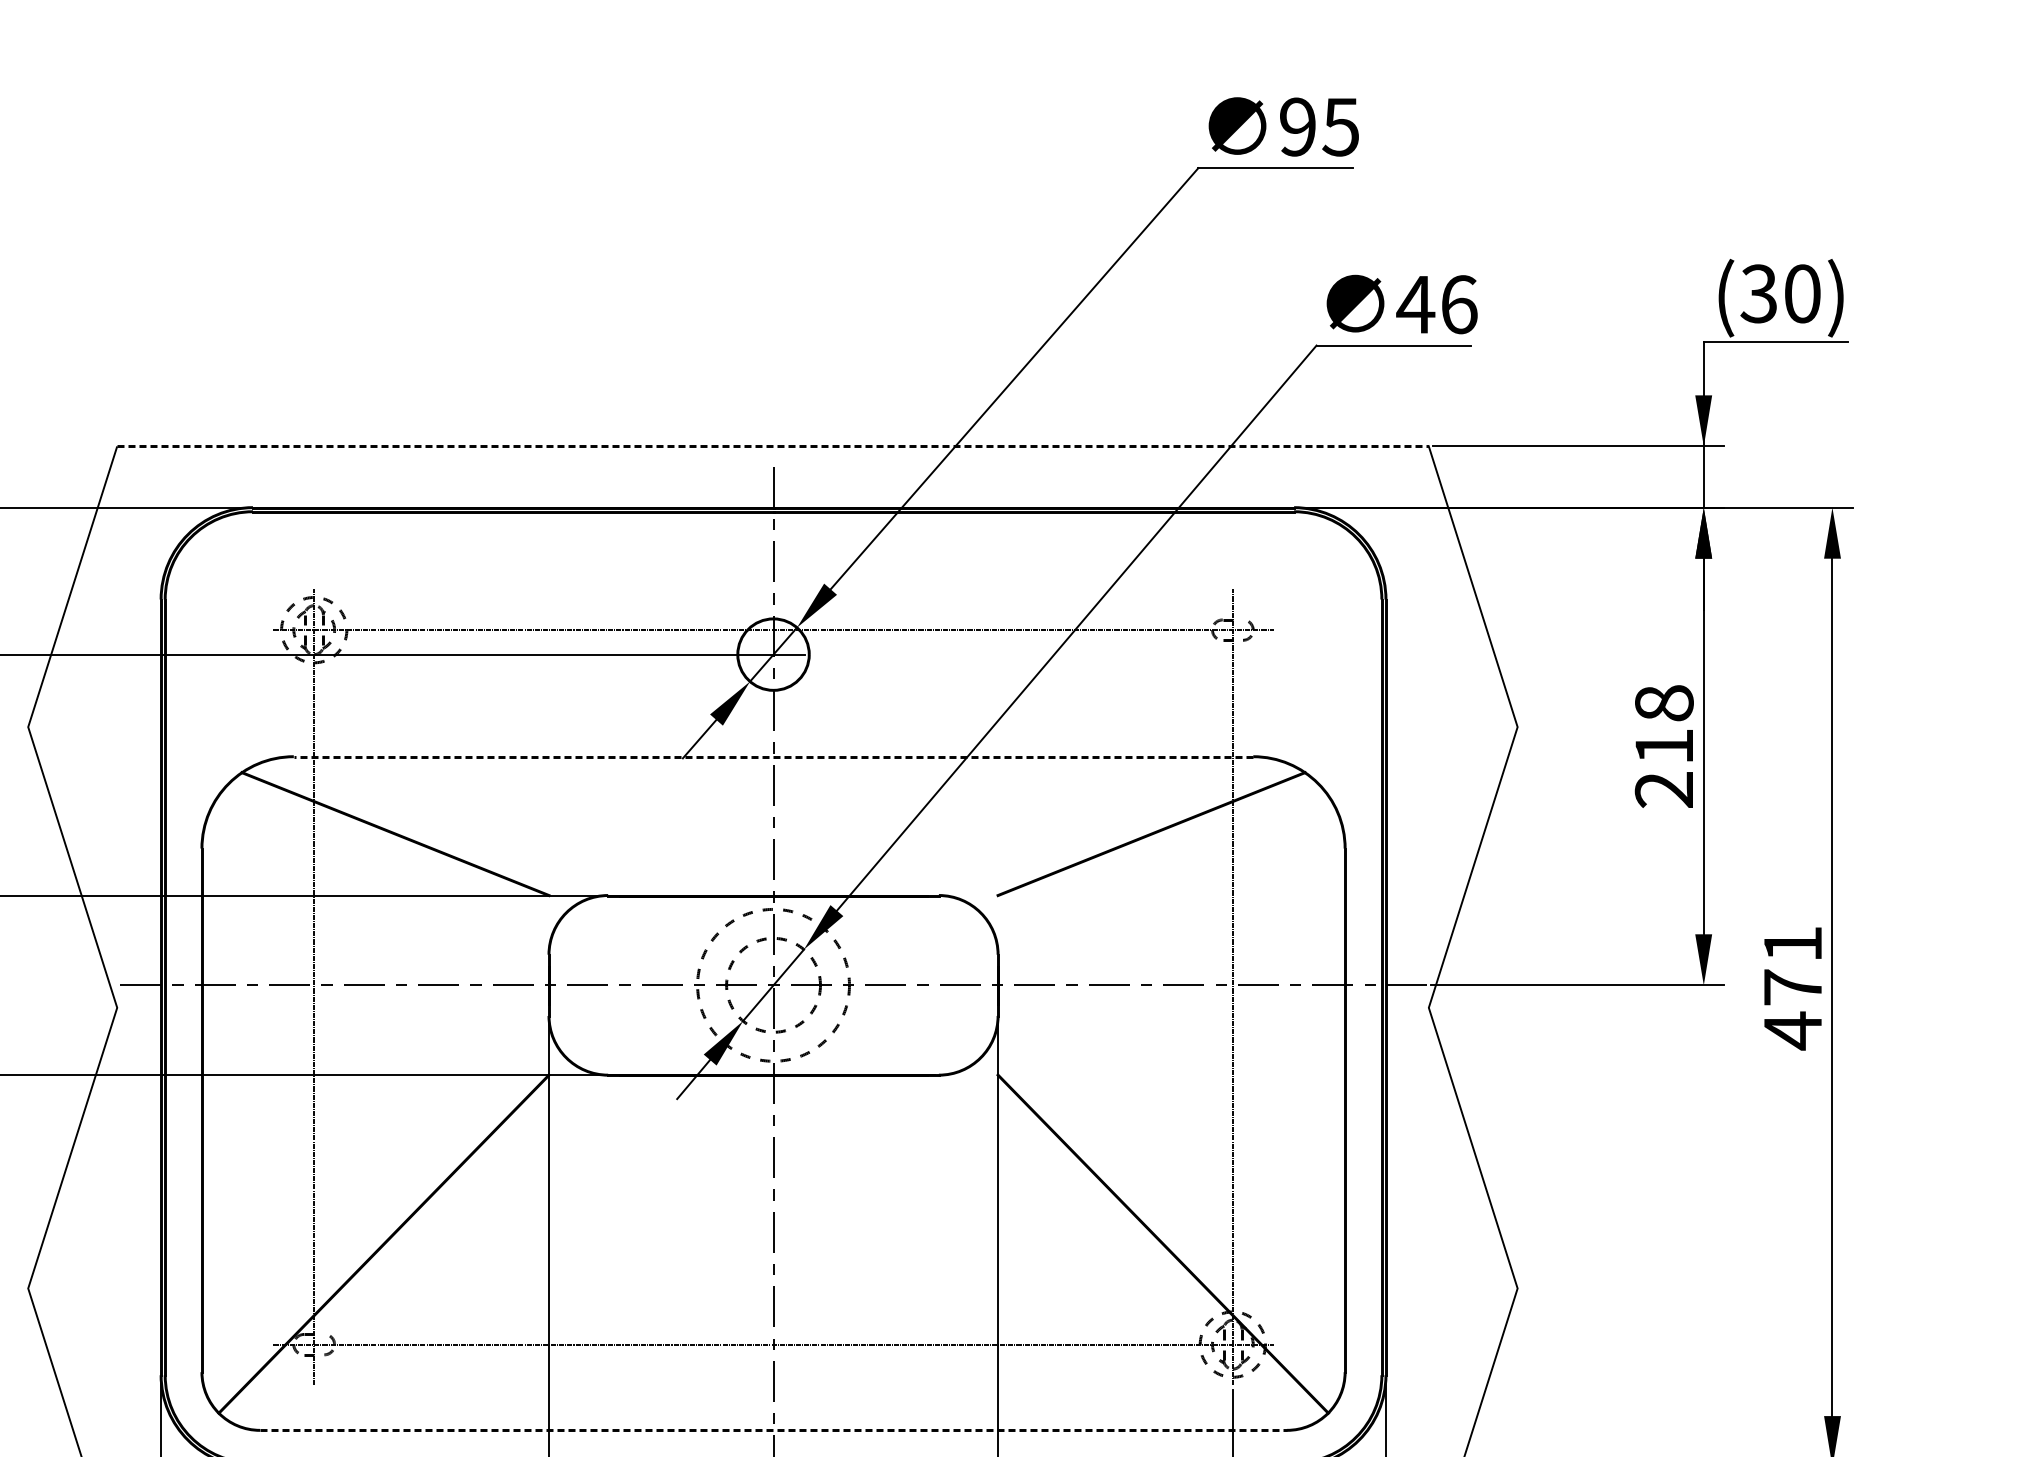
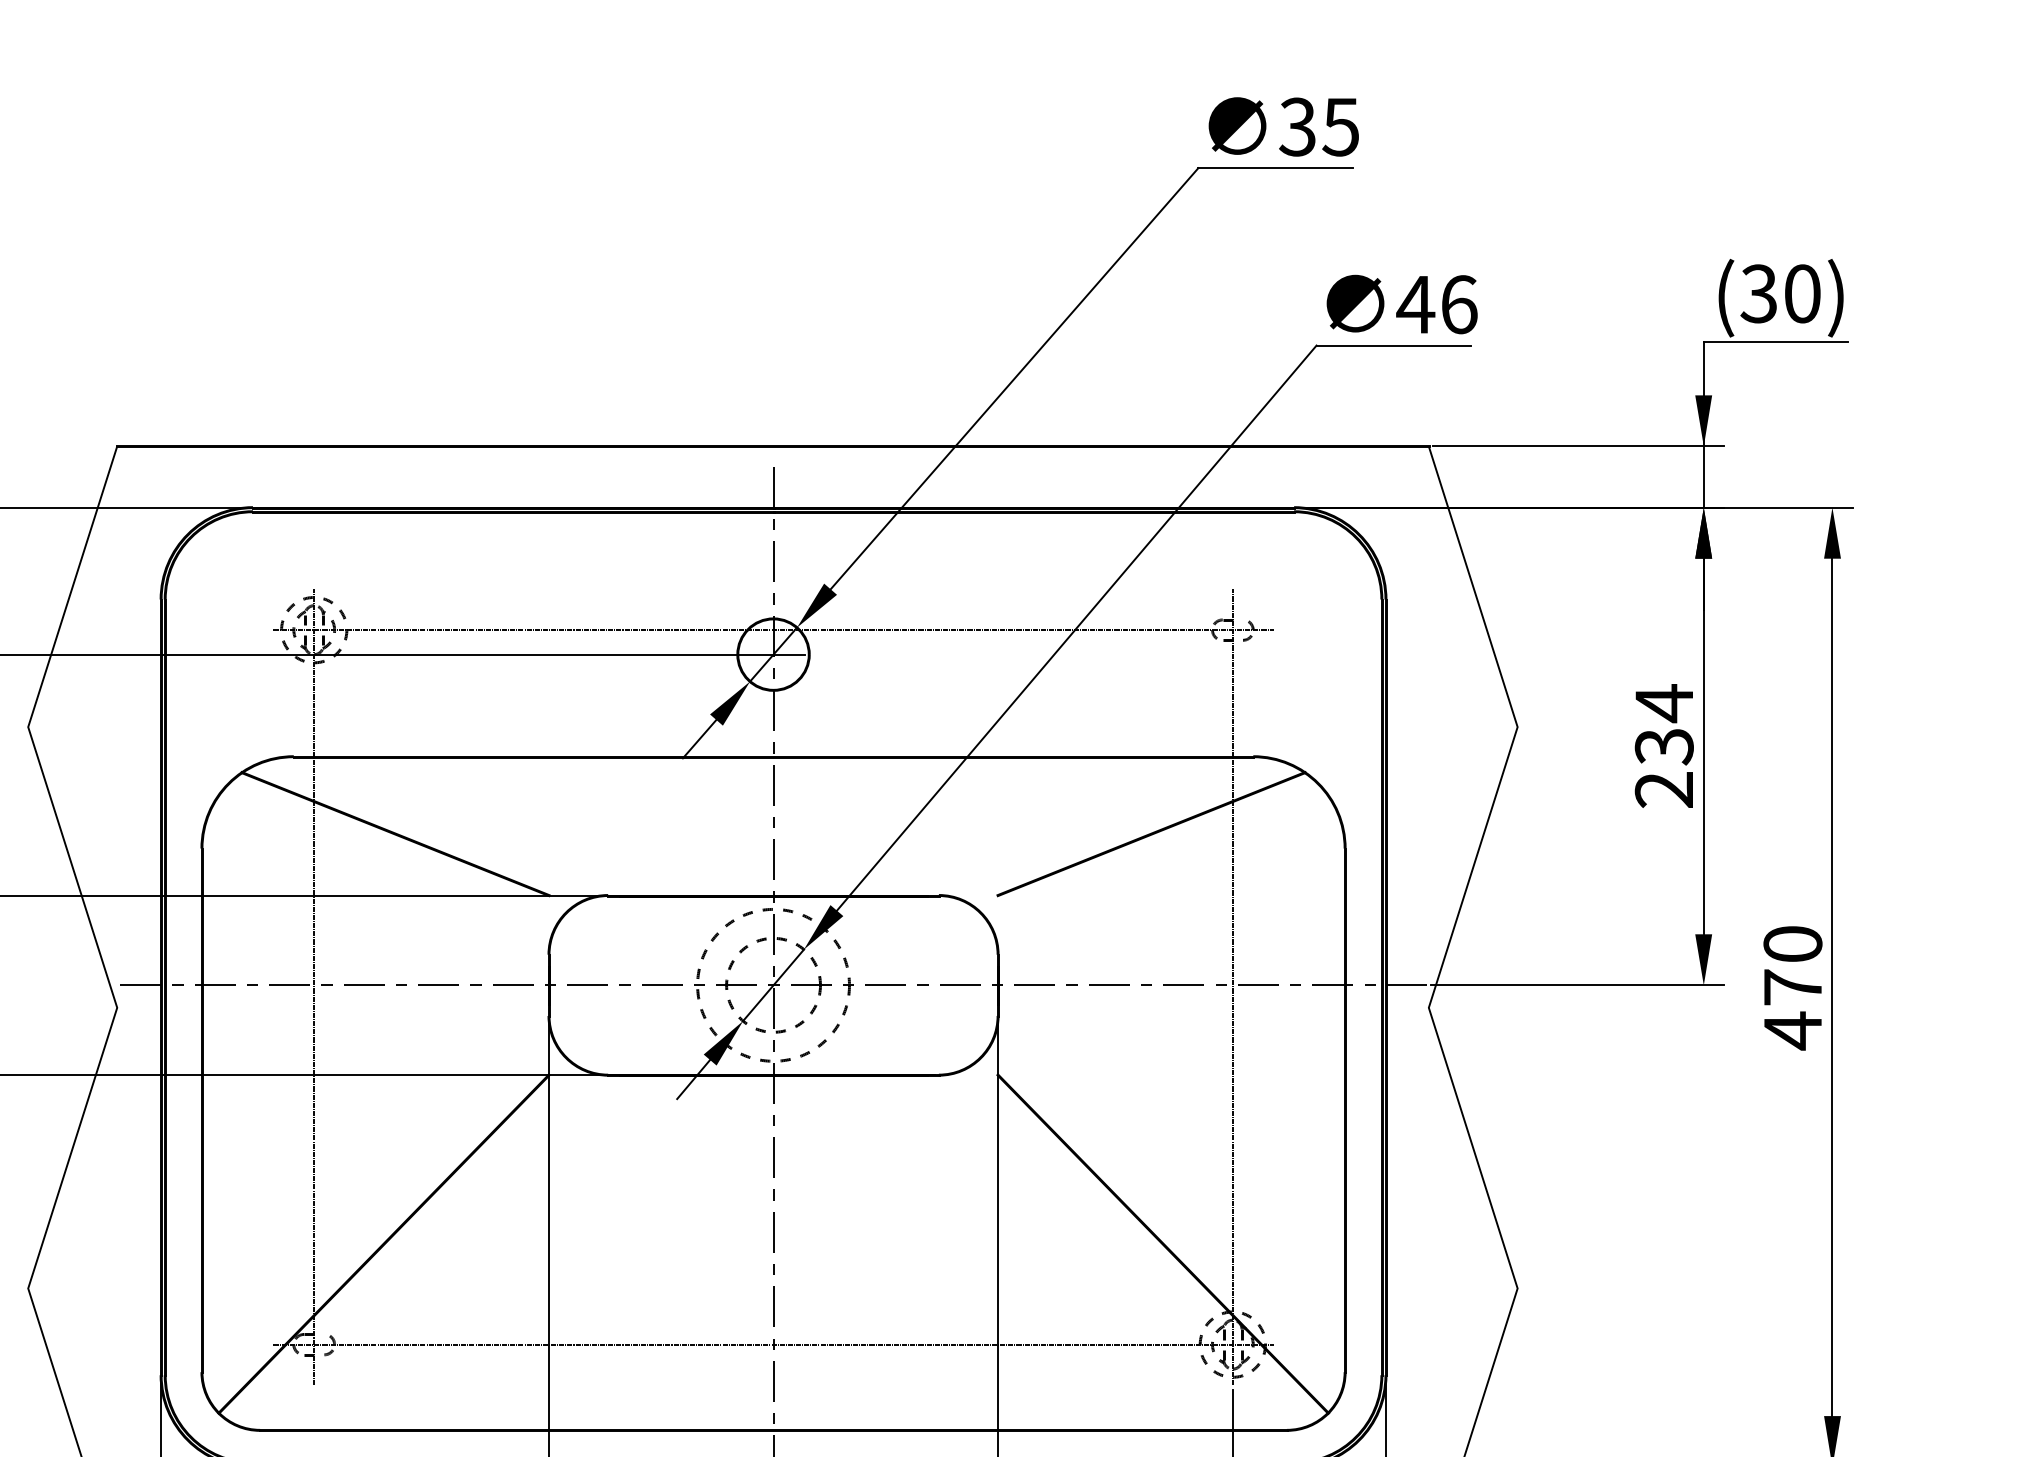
text at (1297, 126): 95 -> 35
line at (773, 446): dashed -> solid
text at (1663, 724): 218 -> 234
line at (773, 756): dashed -> solid
text at (1792, 943): 471 -> 470
line at (774, 1430): dashed -> solid
